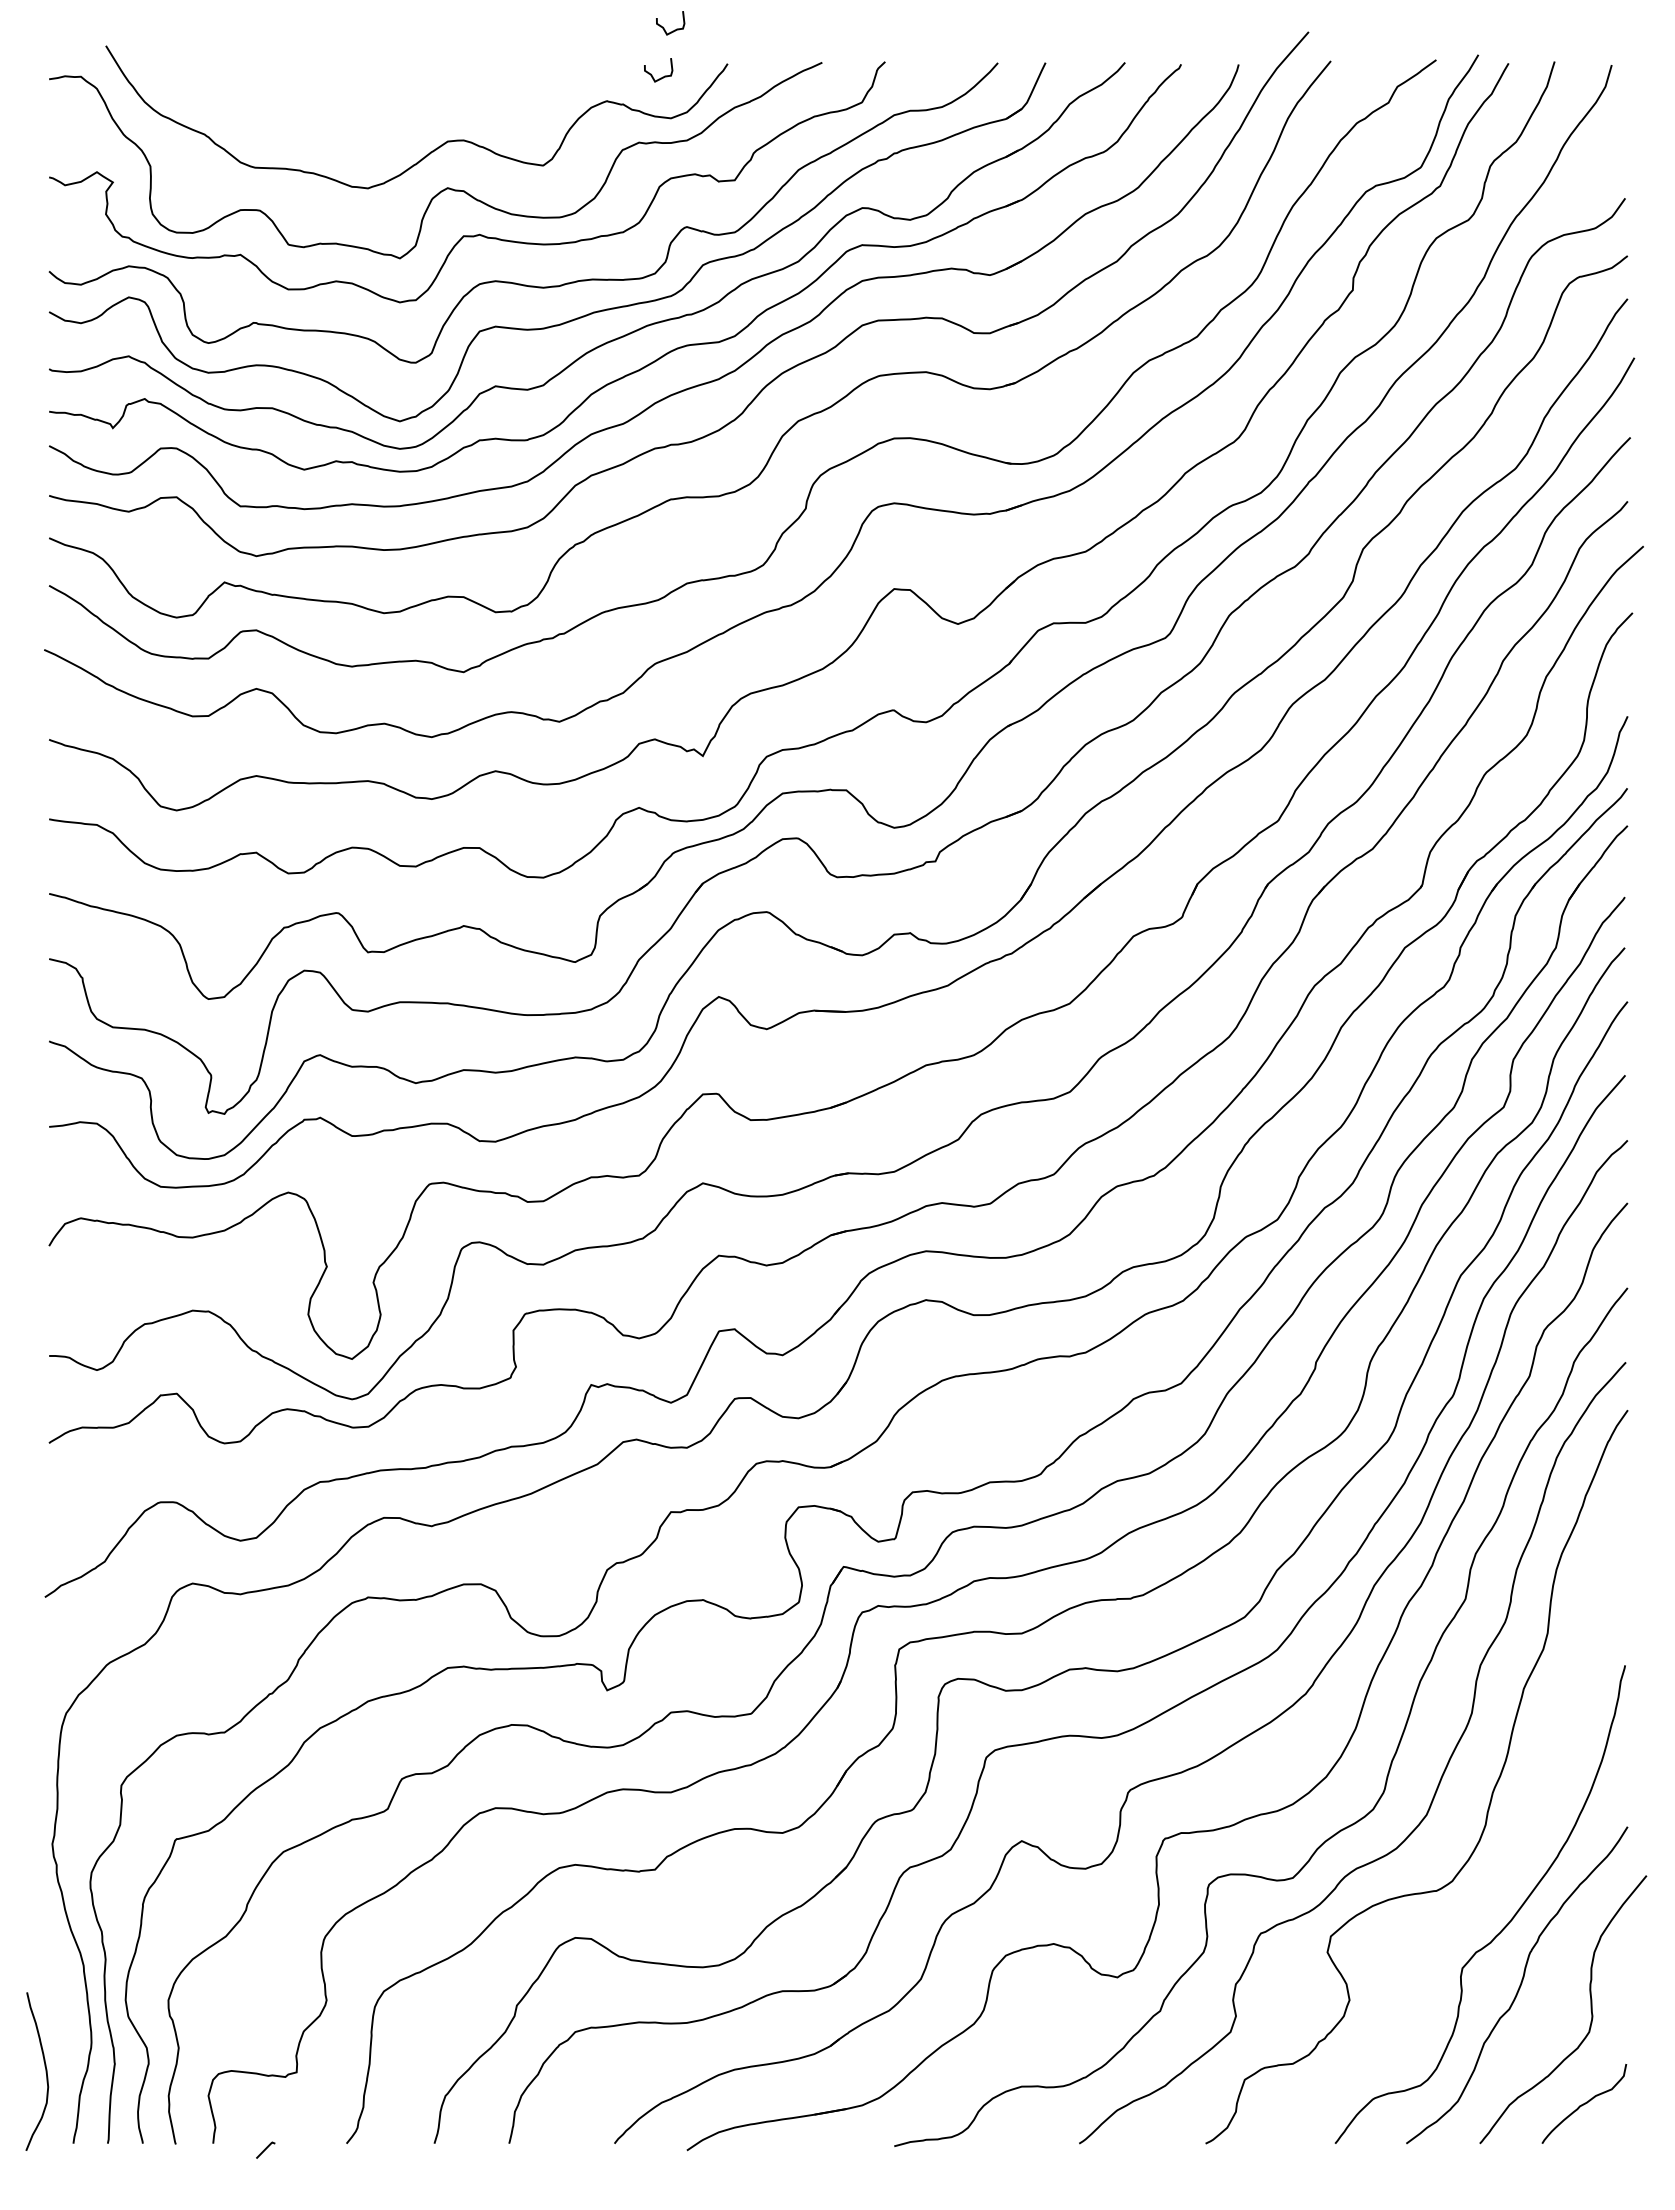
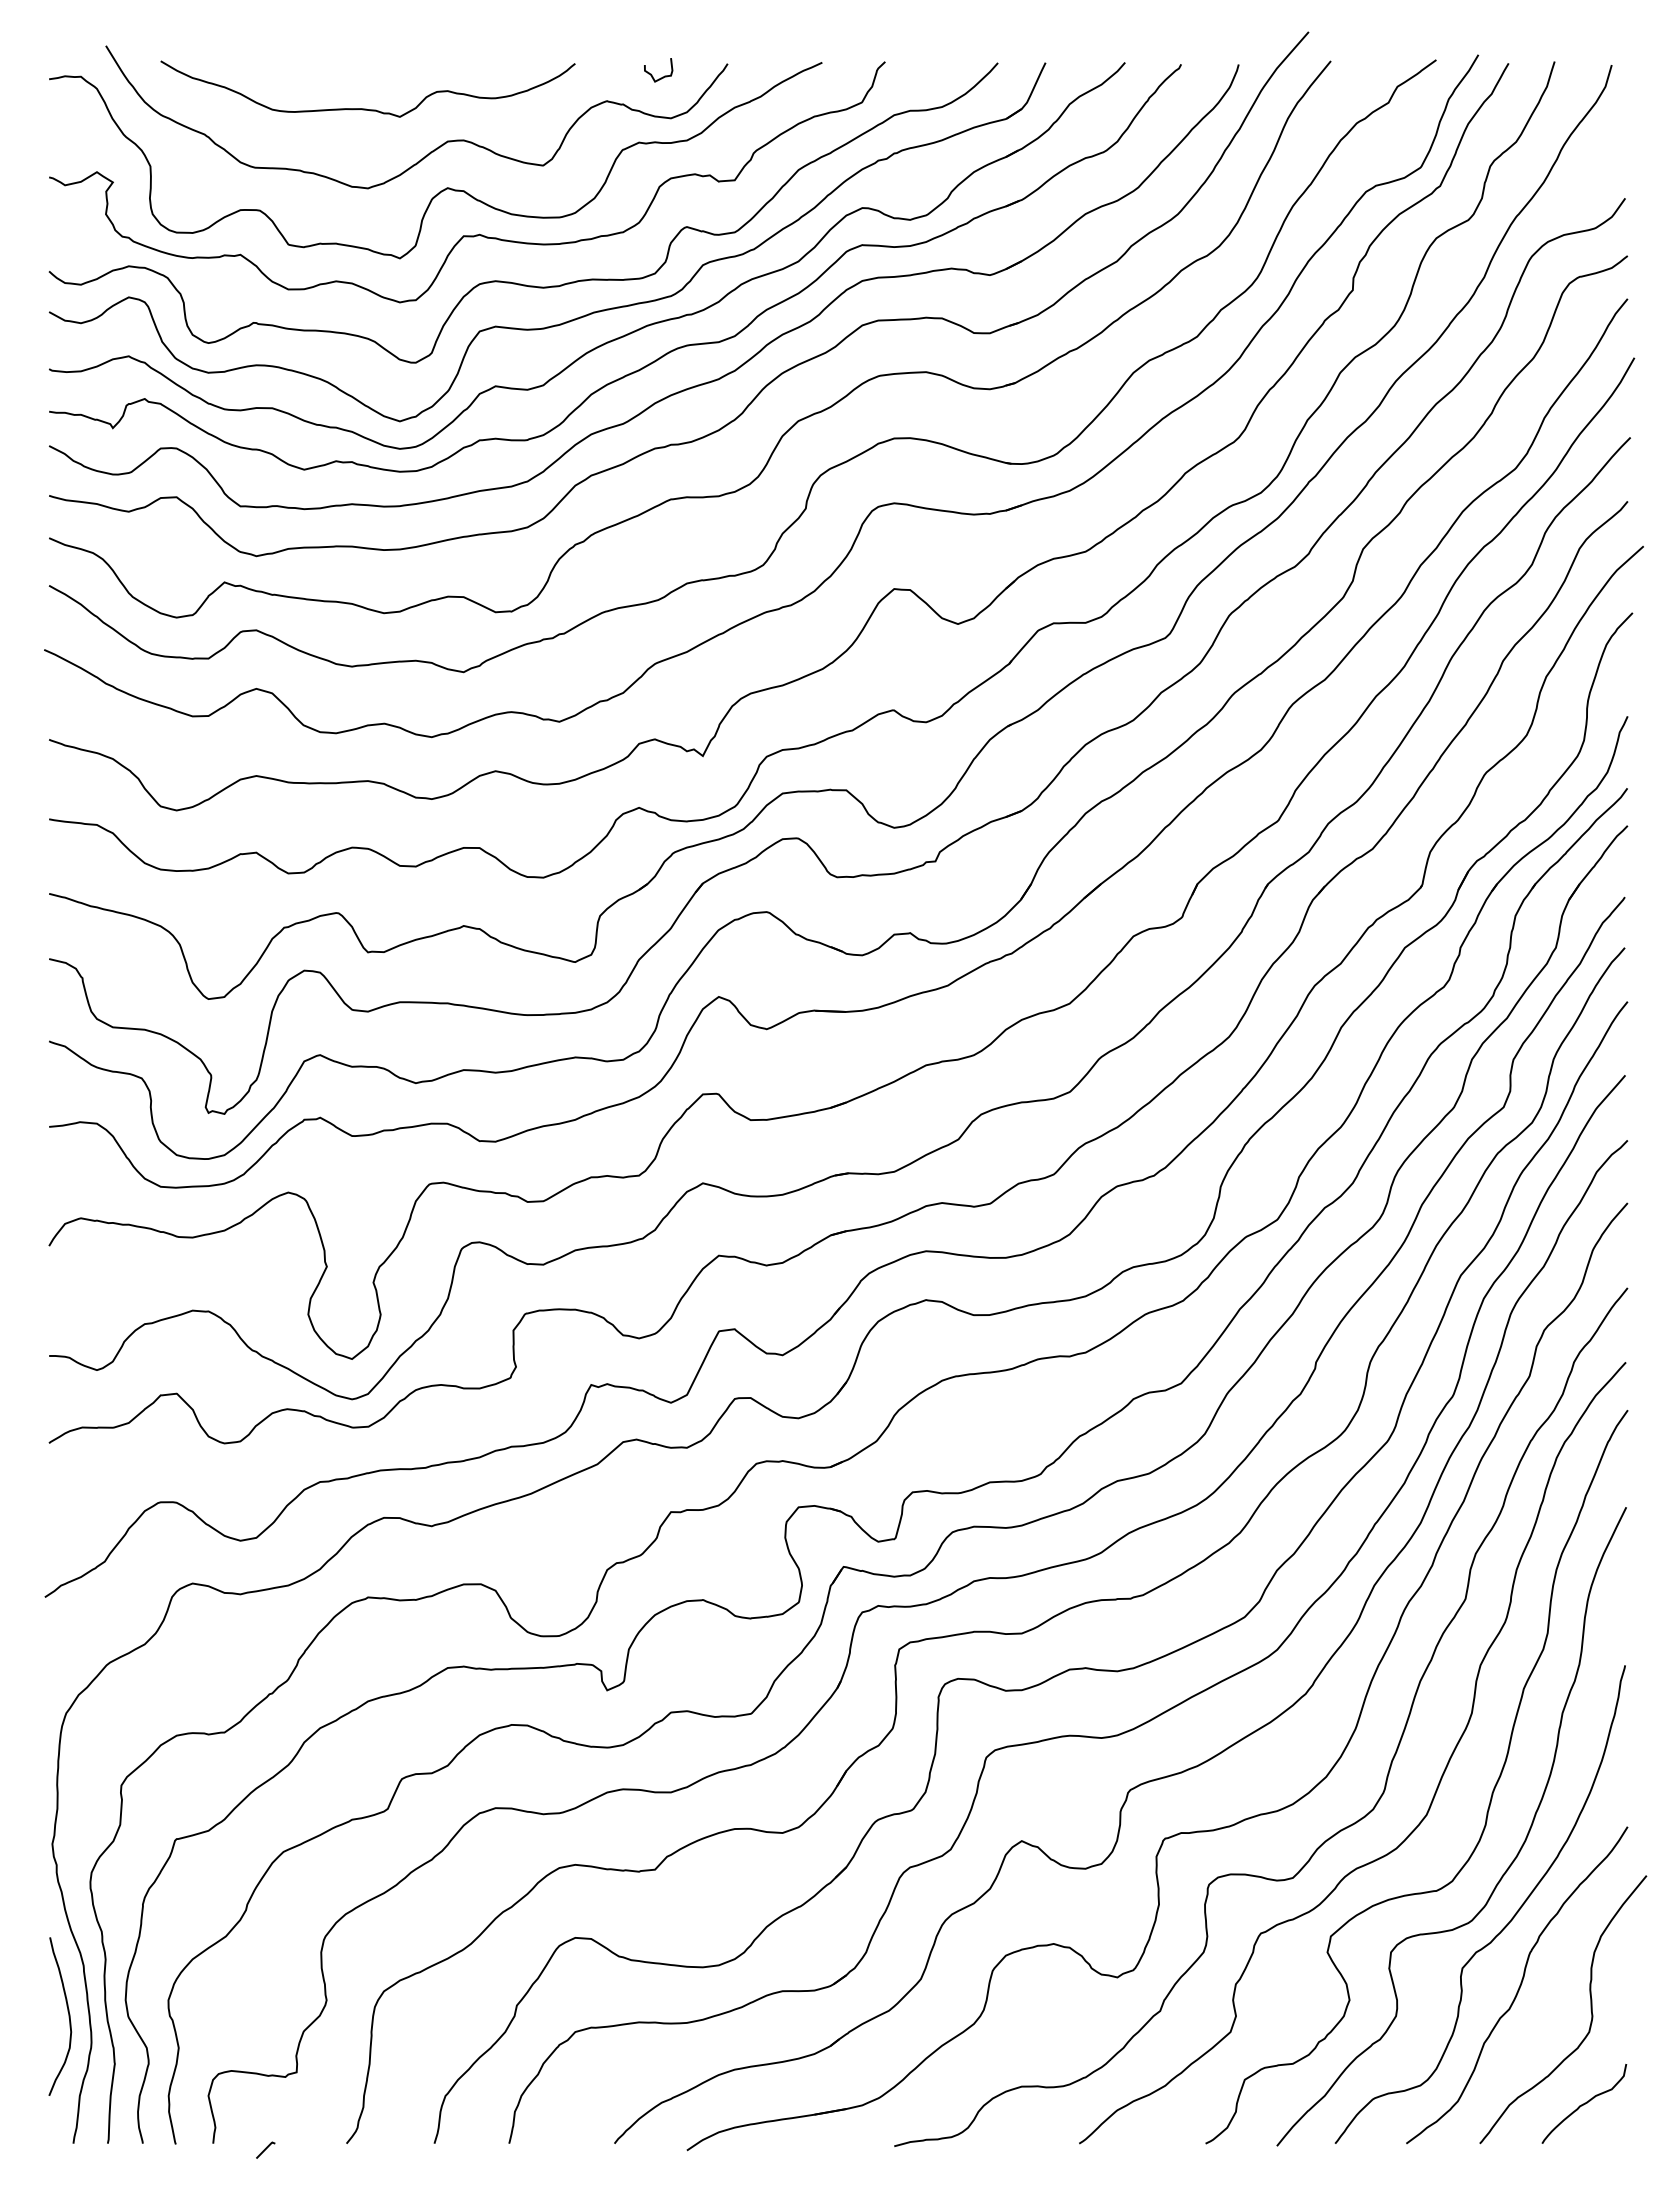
curve at (674, 29): present -> none
curve at (366, 108): none -> present
curve at (1507, 1867): none -> present
curve at (45, 2071) position: (45, 2071) -> (68, 2016)
